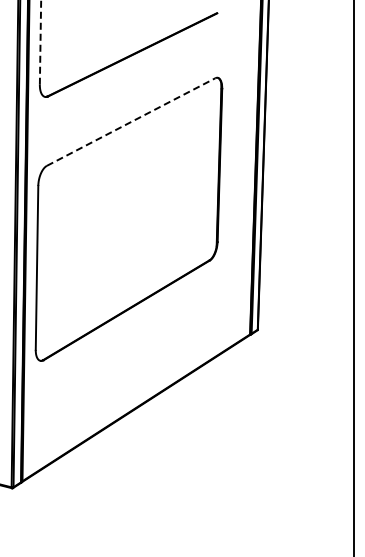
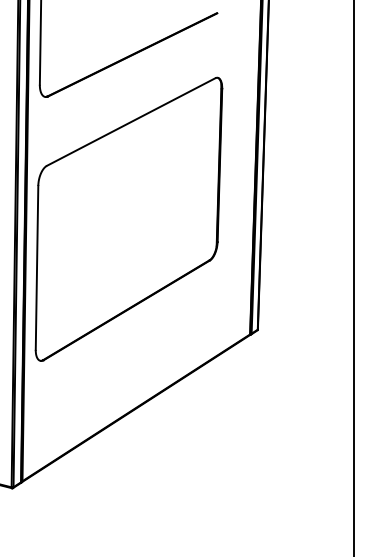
line at (40, 41): dashed -> solid
line at (131, 122): dashed -> solid
